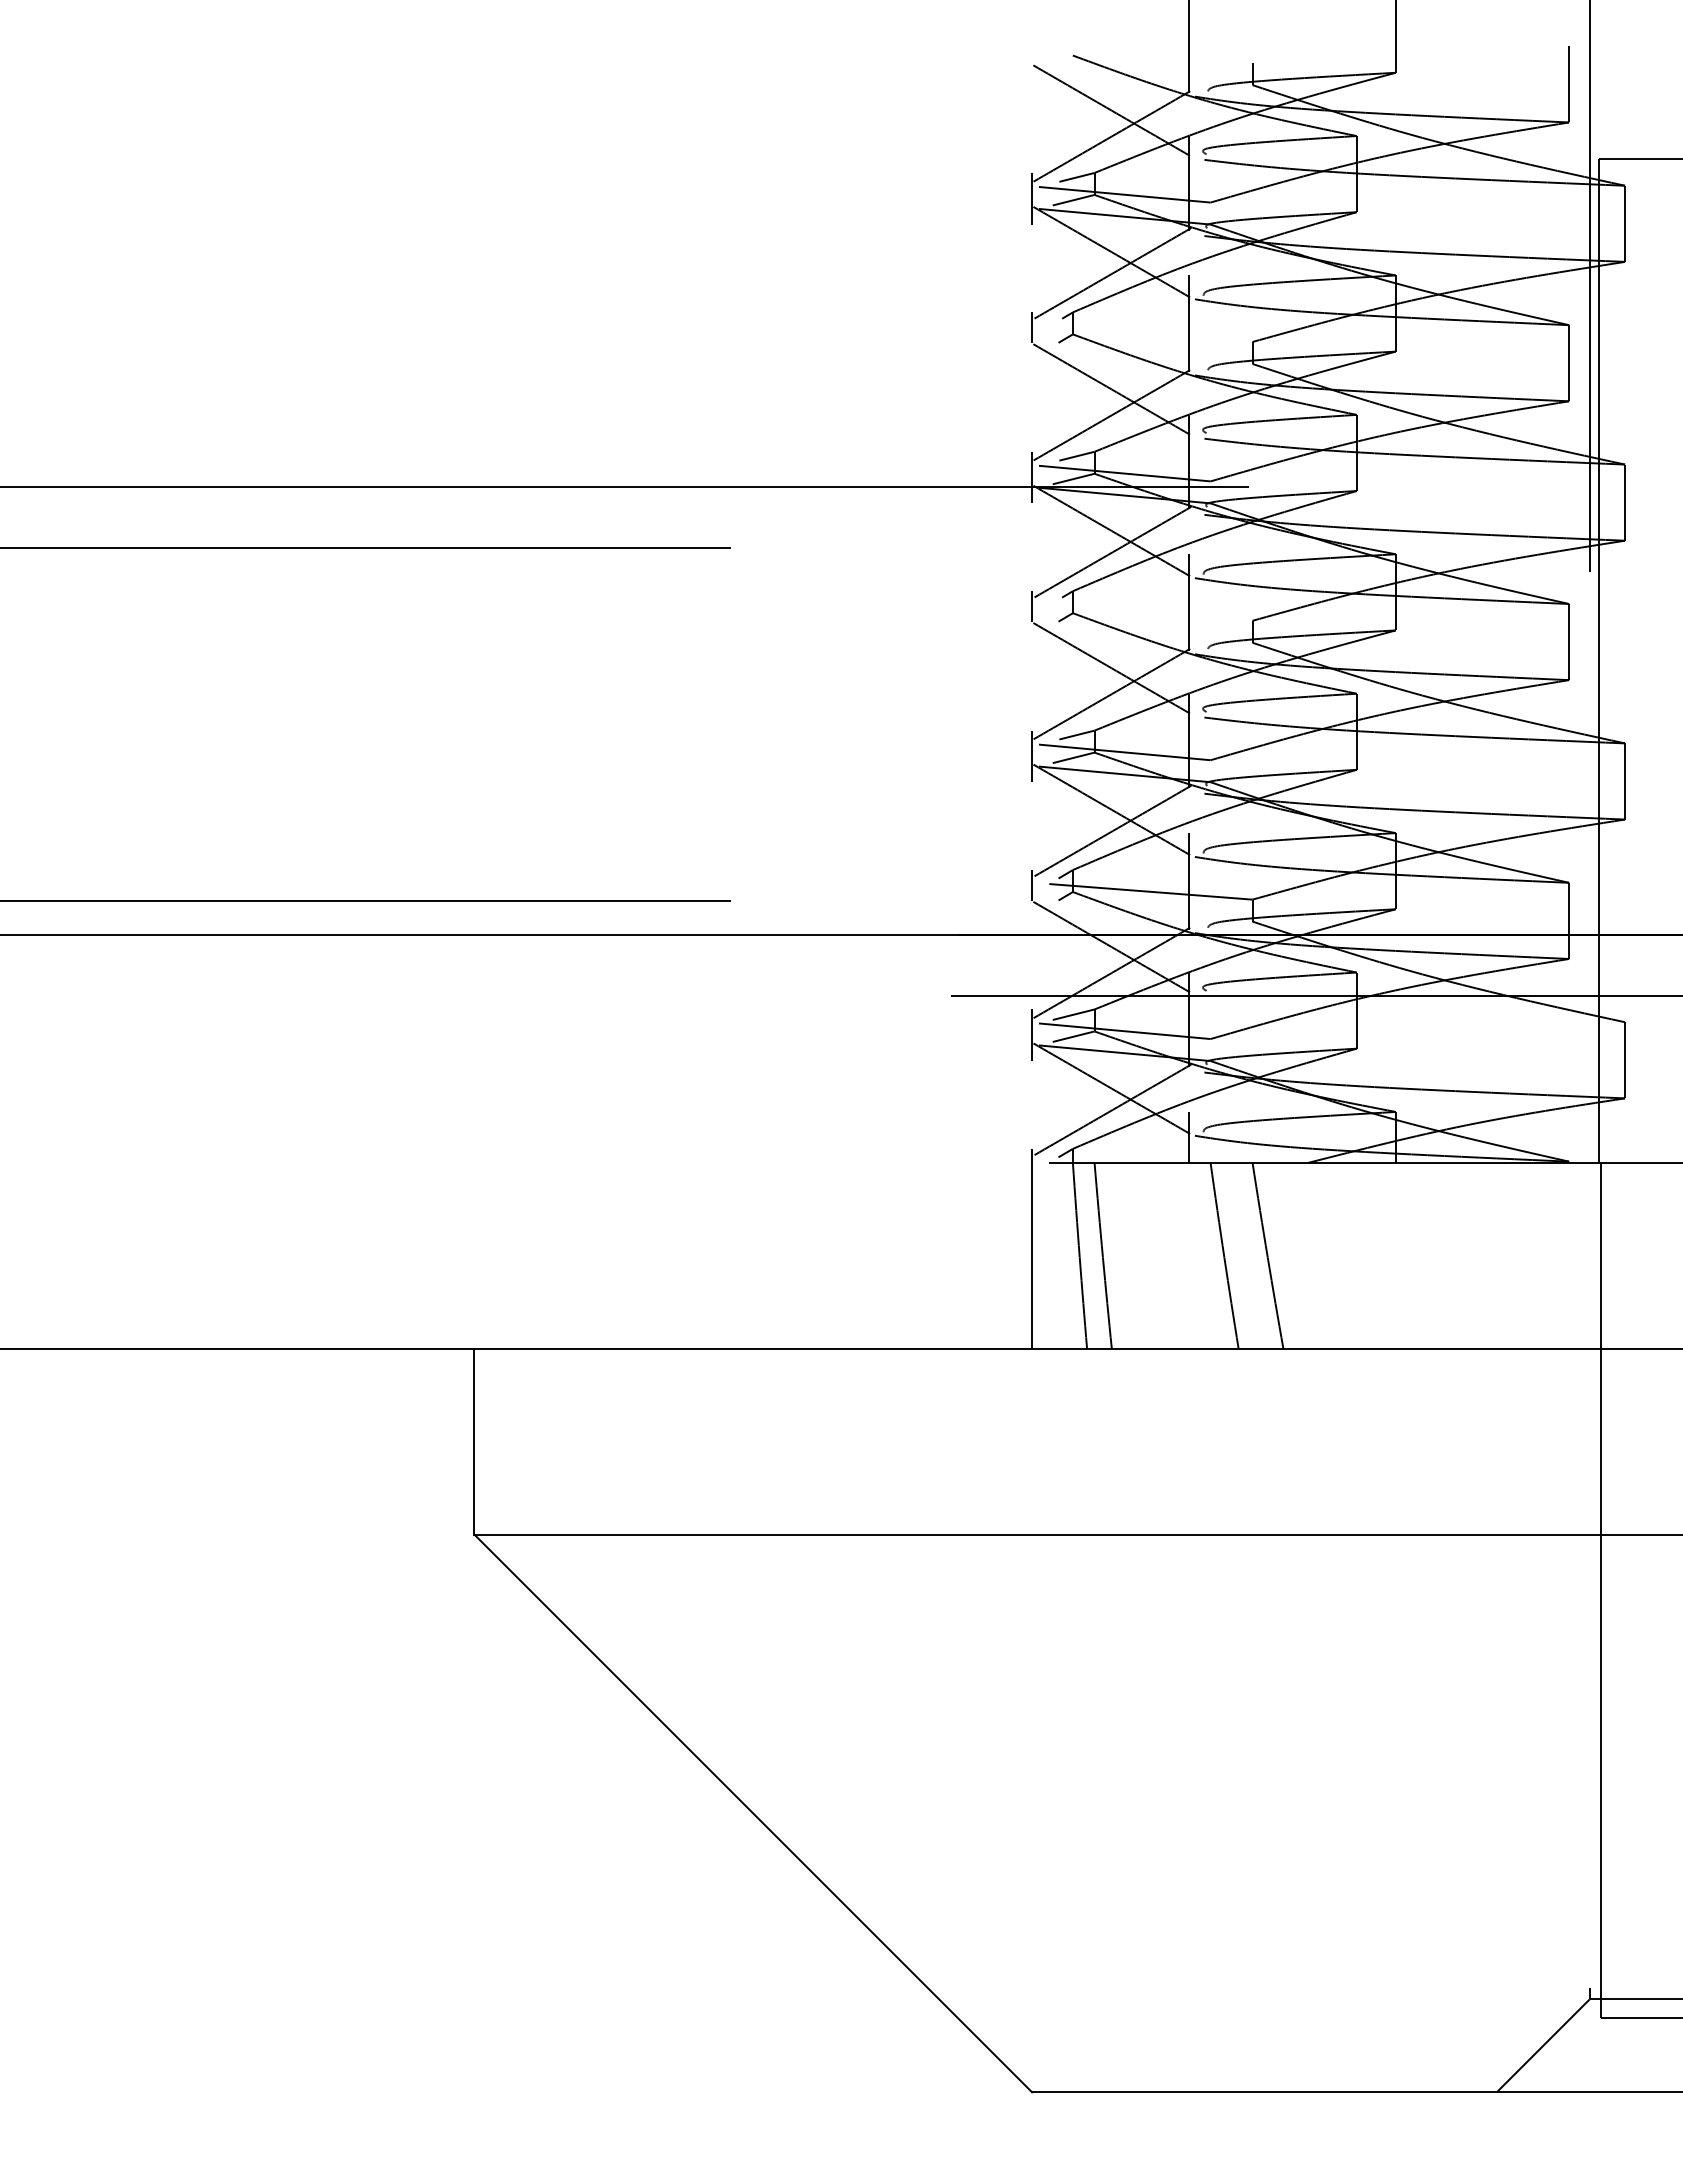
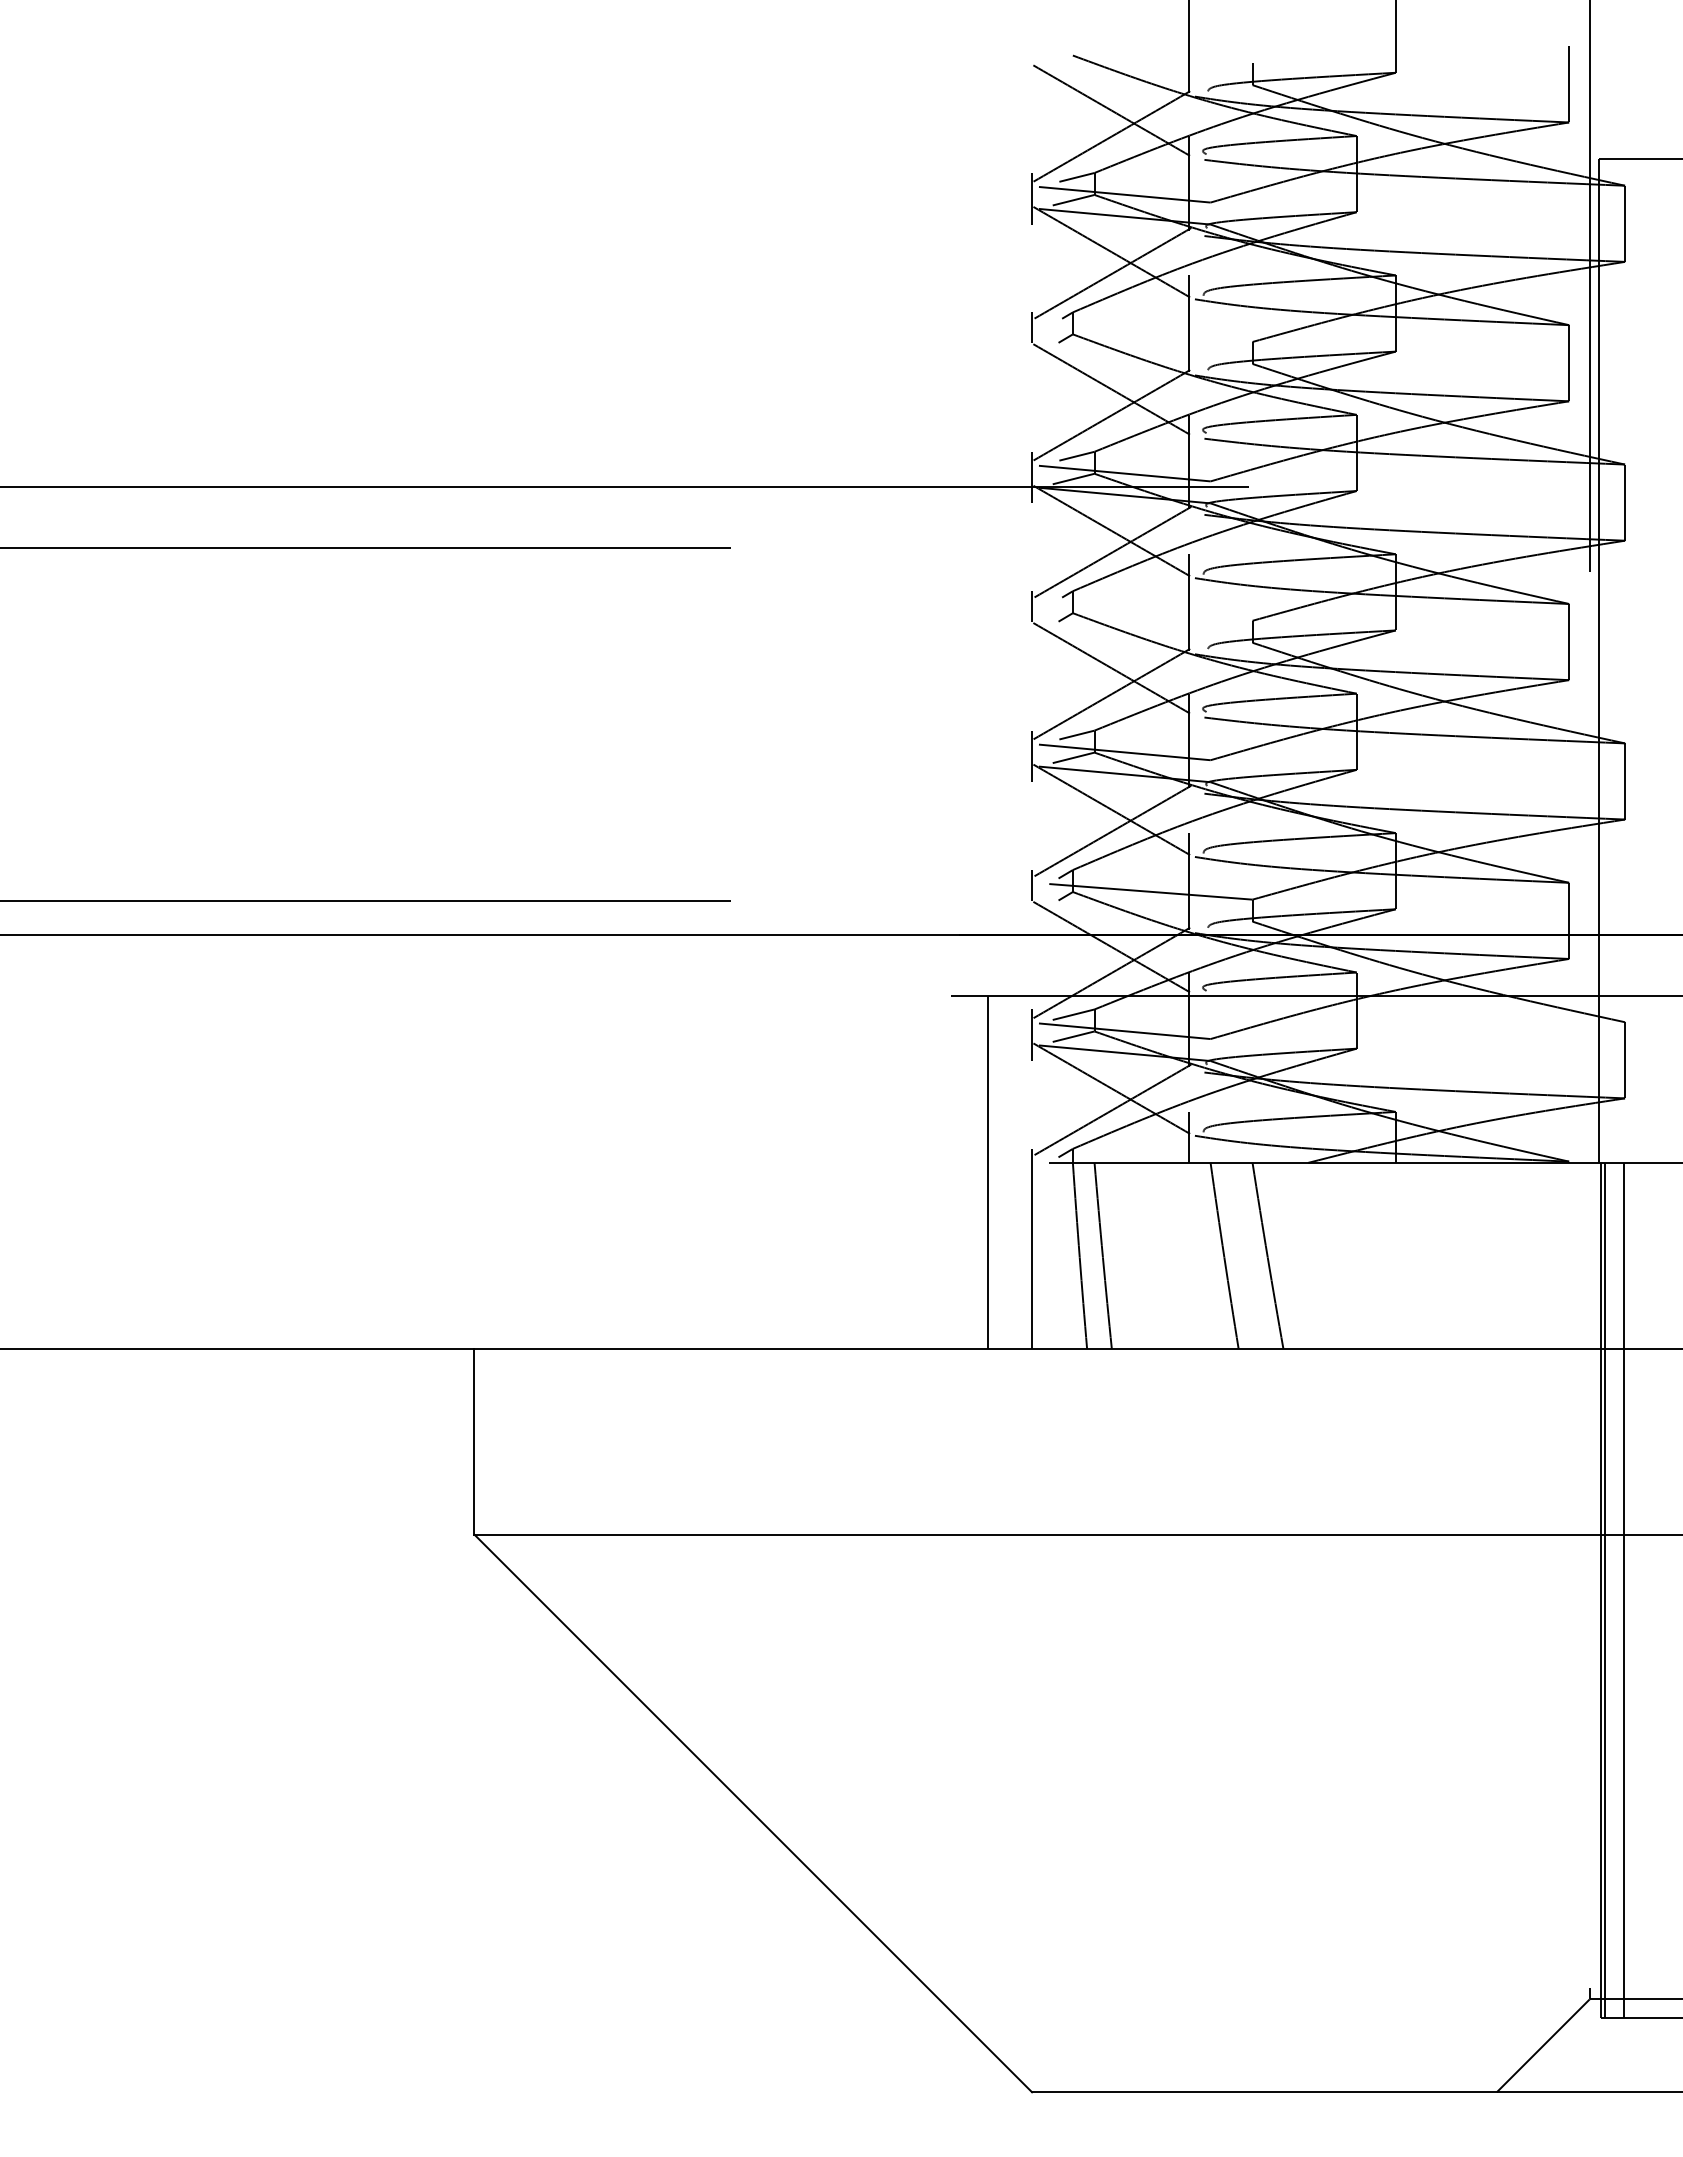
line at (987, 1172): none -> present
line at (1605, 1589): none -> present
line at (1624, 1589): none -> present
